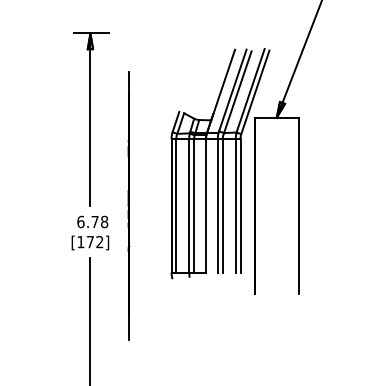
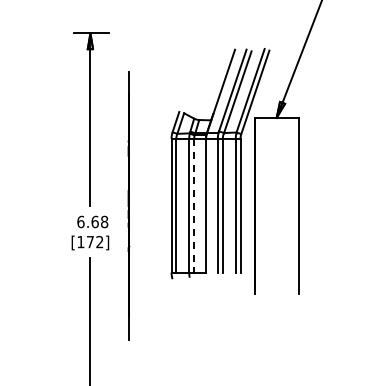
line at (194, 205): solid -> dashed
text at (94, 221): 6.78 -> 6.68
